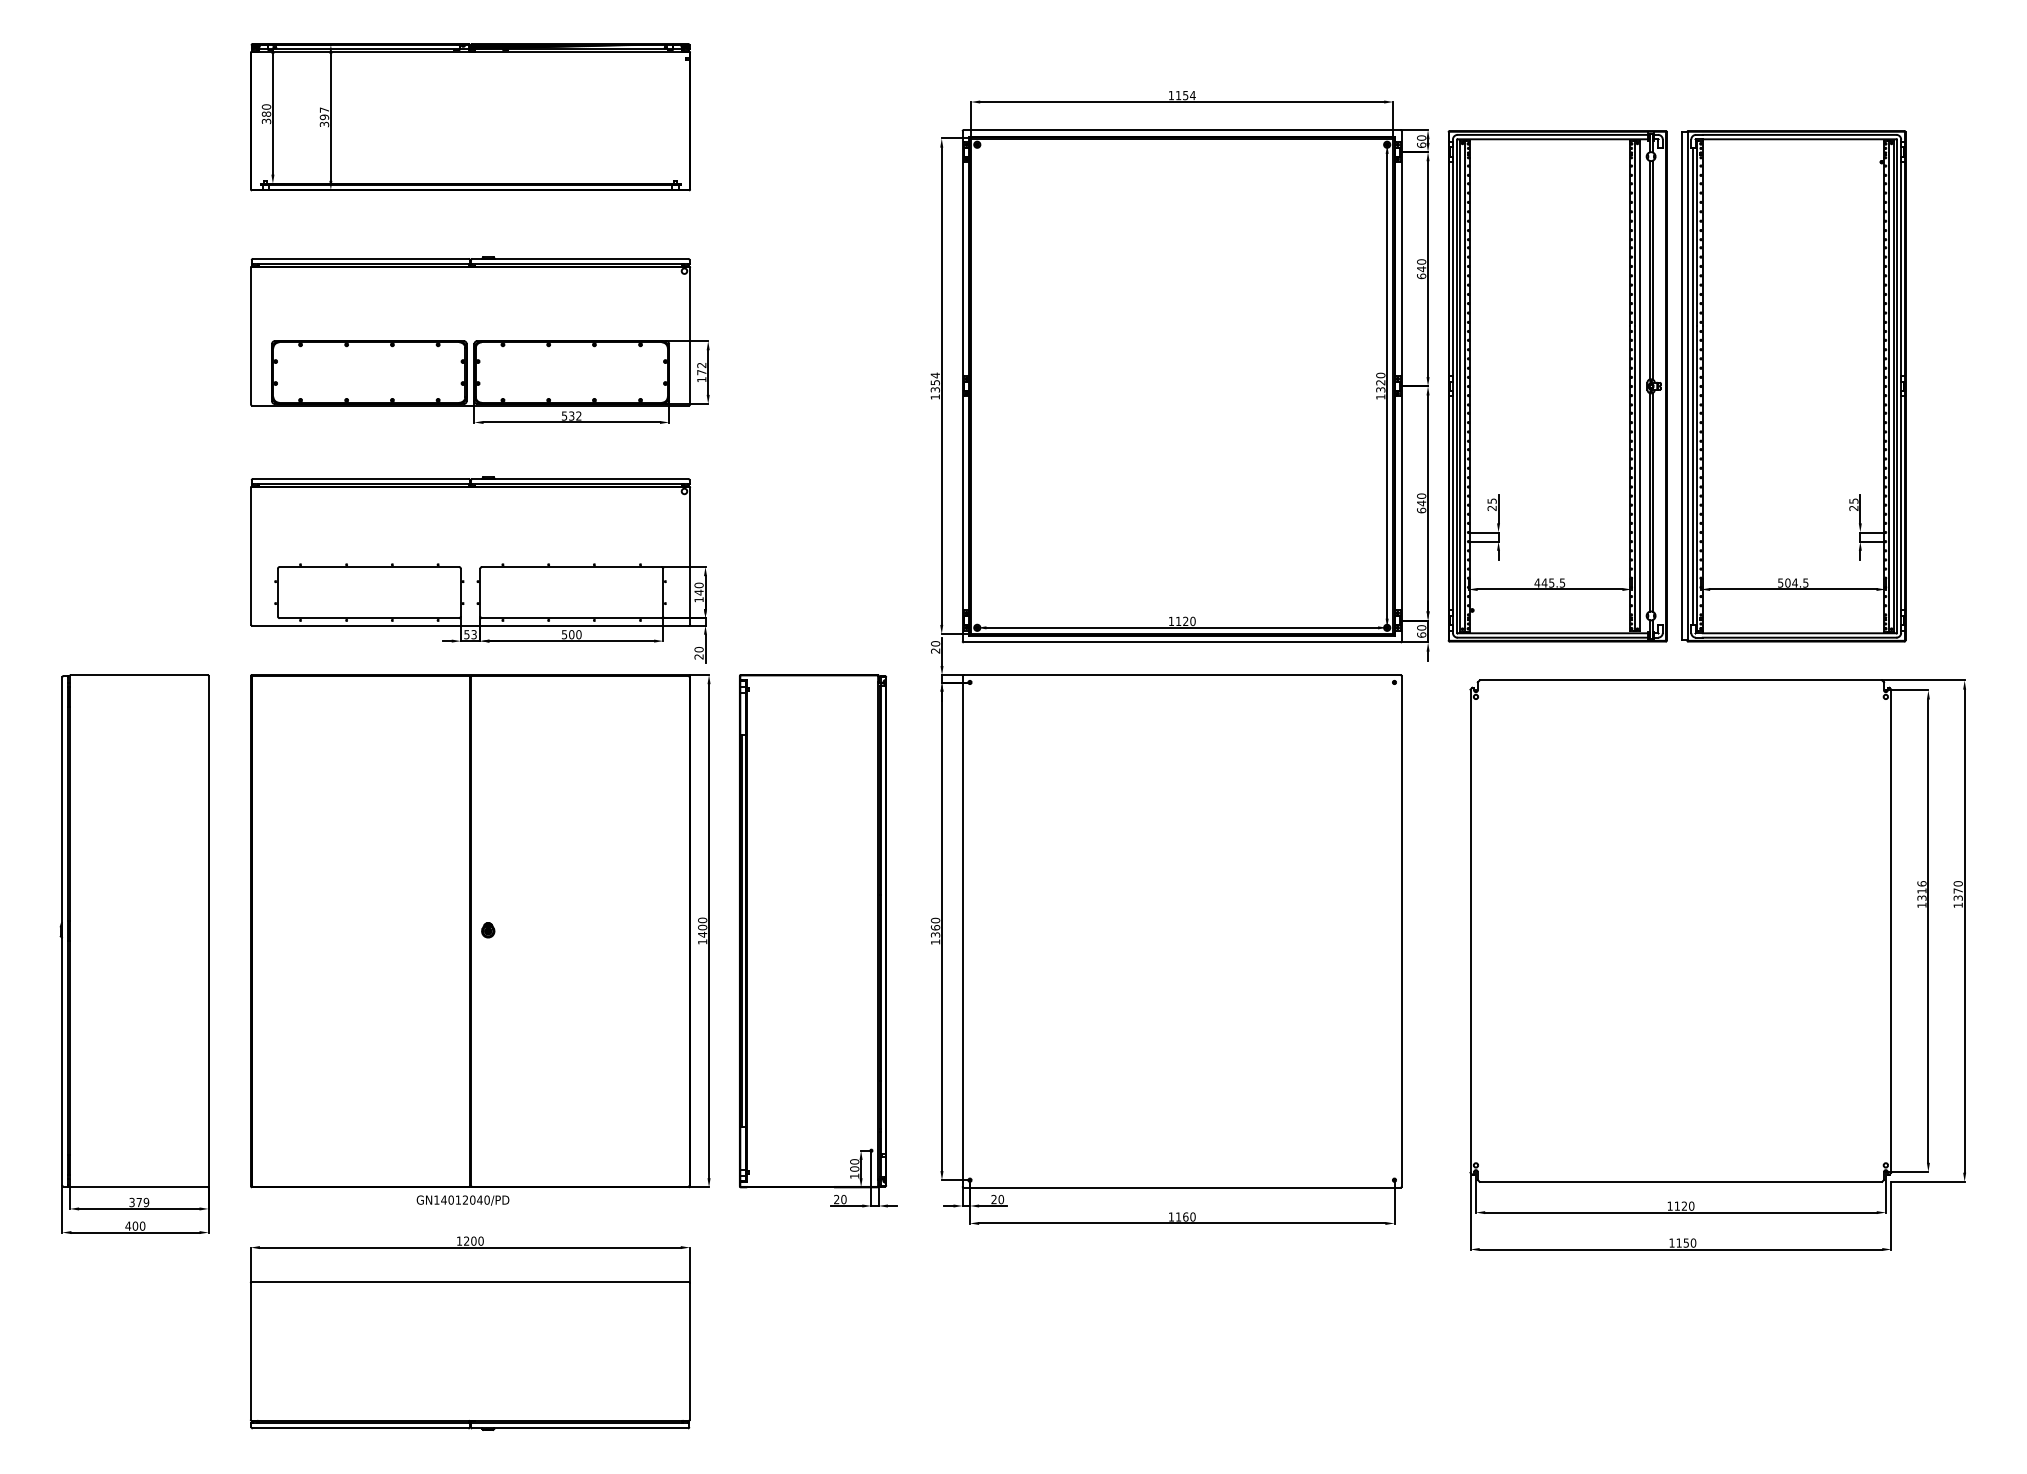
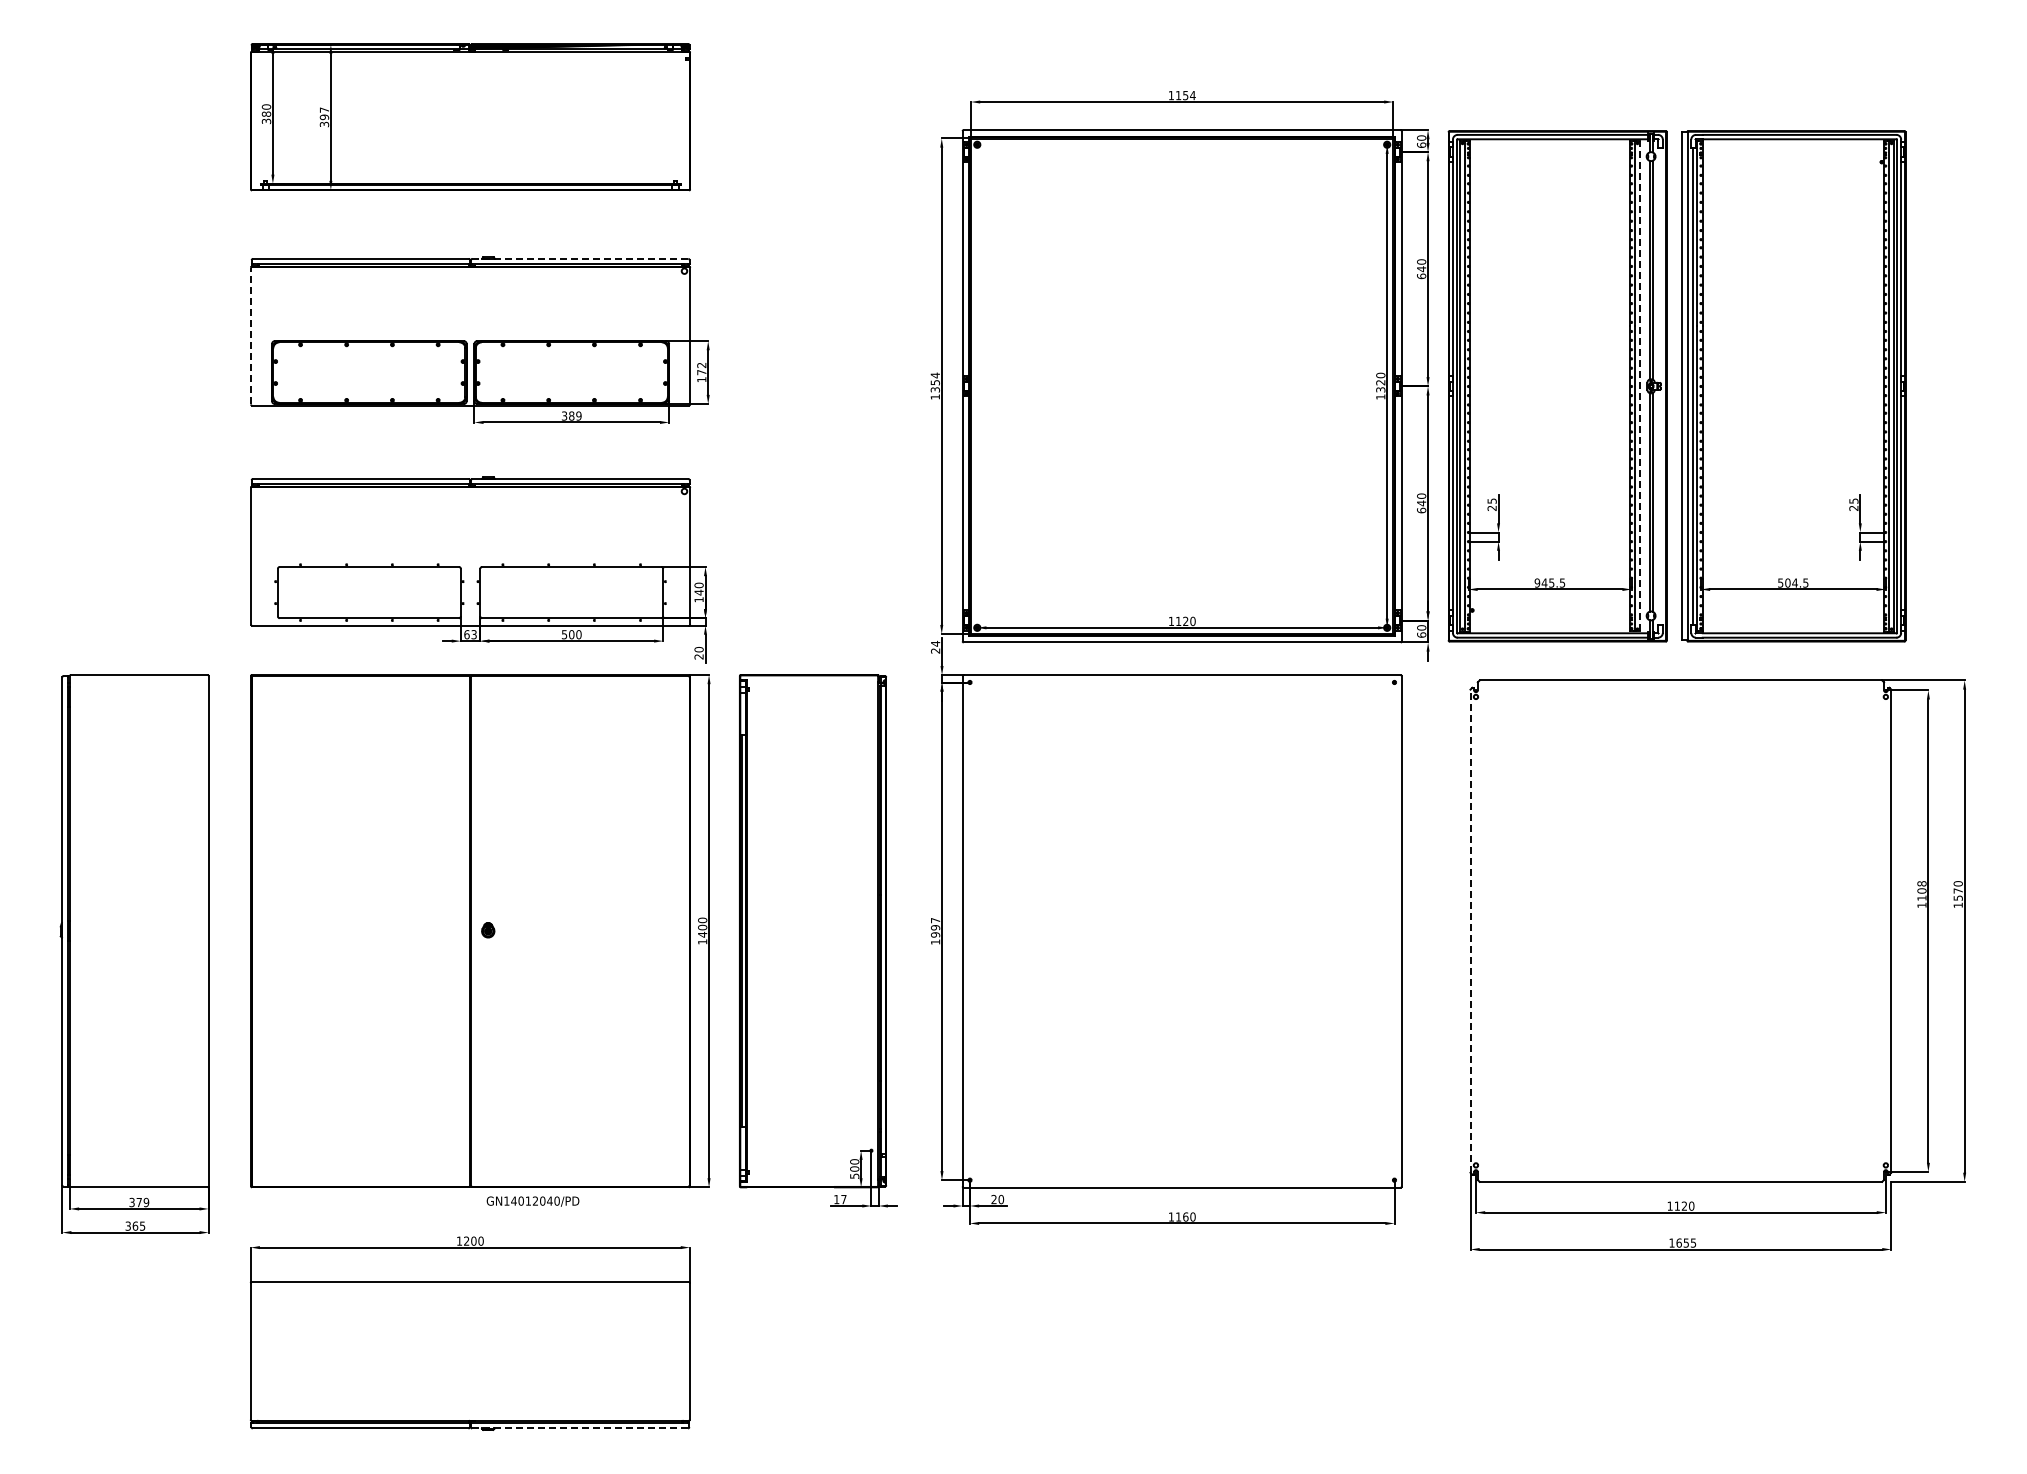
line at (580, 258): solid -> dashed
line at (251, 335): solid -> dashed
line at (1639, 385): solid -> dashed
text at (571, 415): 532 -> 389
text at (1537, 582): 445.5 -> 945.5
text at (466, 634): 53 -> 63
text at (935, 643): 20 -> 24
text at (1921, 890): 1316 -> 1108
text at (1957, 897): 1370 -> 1570
text at (935, 927): 1360 -> 1997
line at (1470, 931): solid -> dashed
text at (854, 1175): 100 -> 500
text at (840, 1199): 20 -> 17
text at (462, 1200) position: (462, 1200) -> (532, 1201)
text at (135, 1225): 400 -> 365
text at (1686, 1242): 1150 -> 1655
line at (580, 1428): solid -> dashed
